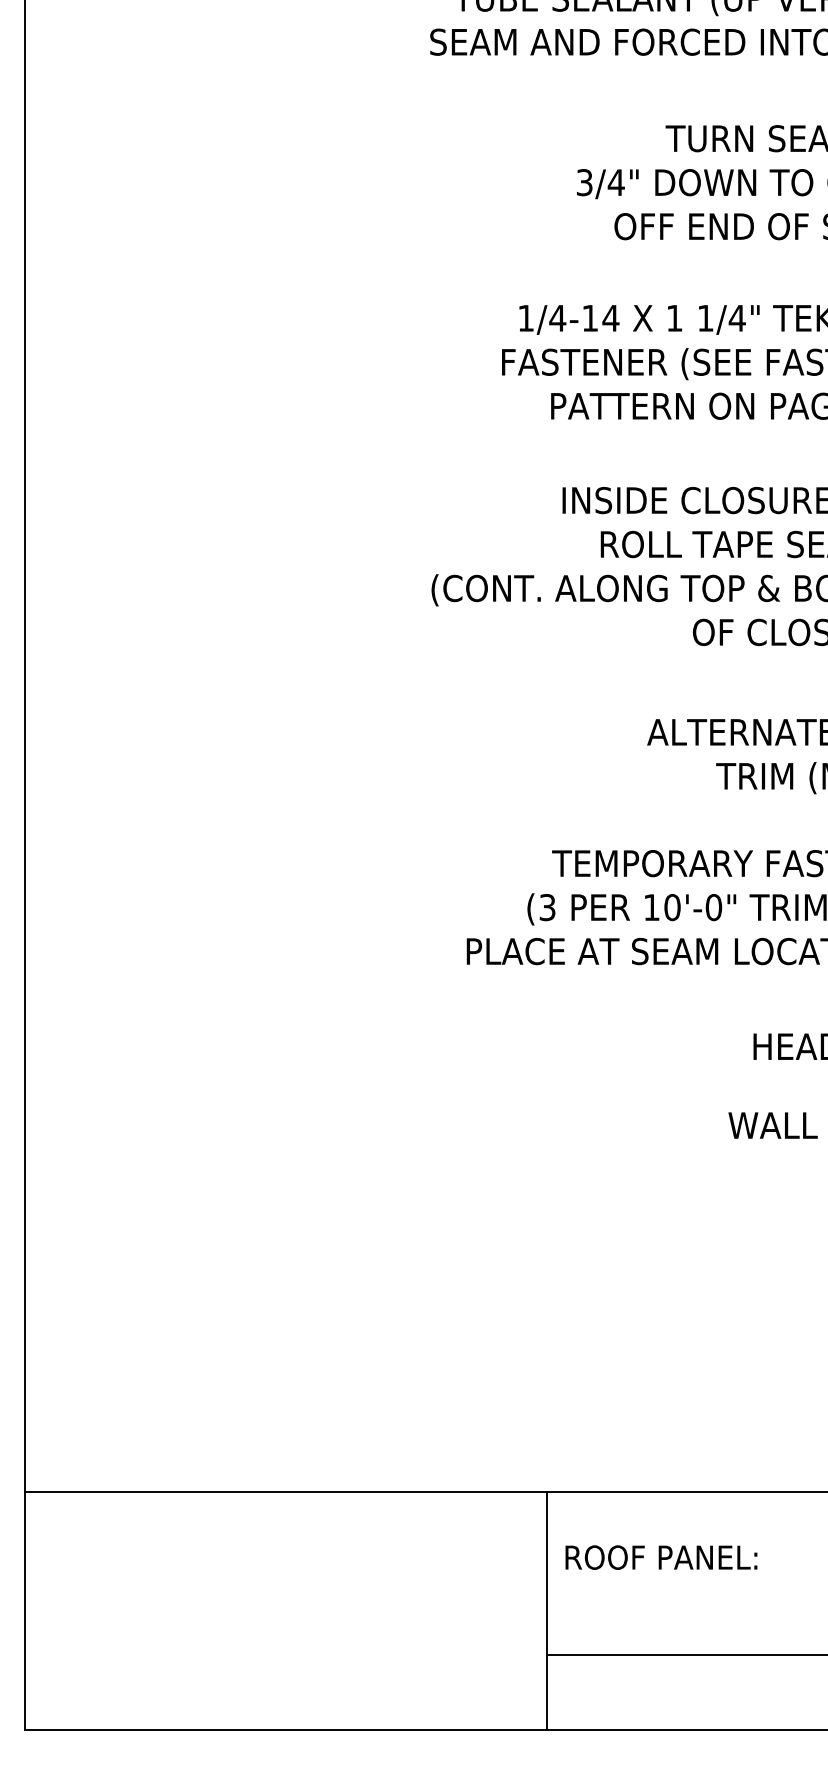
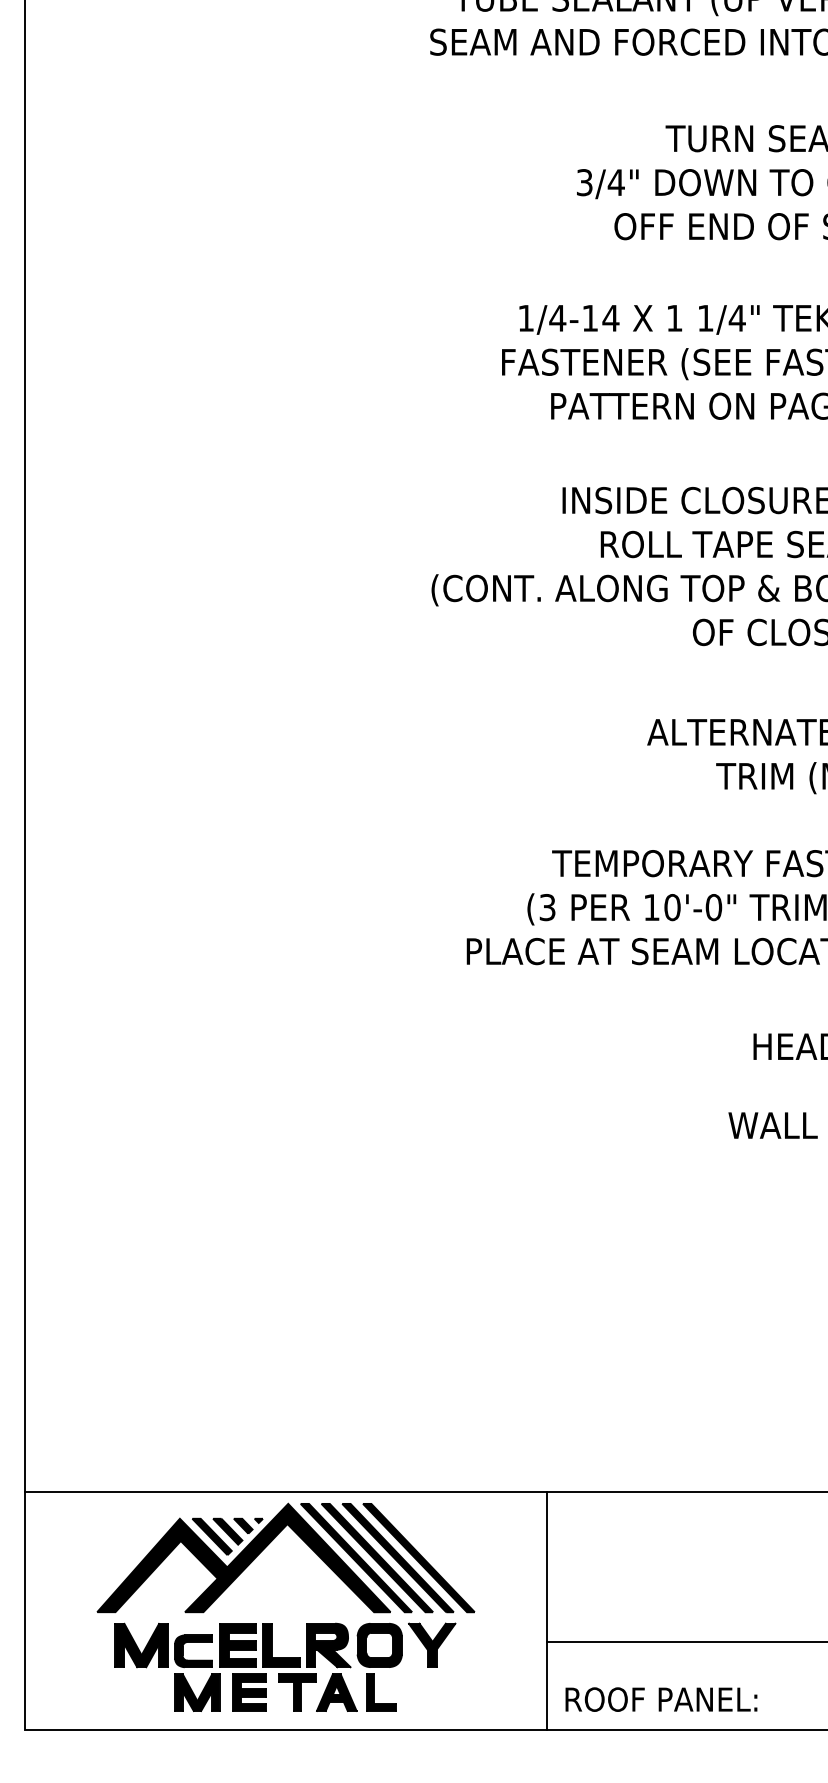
text at (661, 1557) position: (661, 1557) -> (661, 1699)
part at (272, 1623): none -> present
line at (685, 1654) position: (685, 1654) -> (685, 1641)
